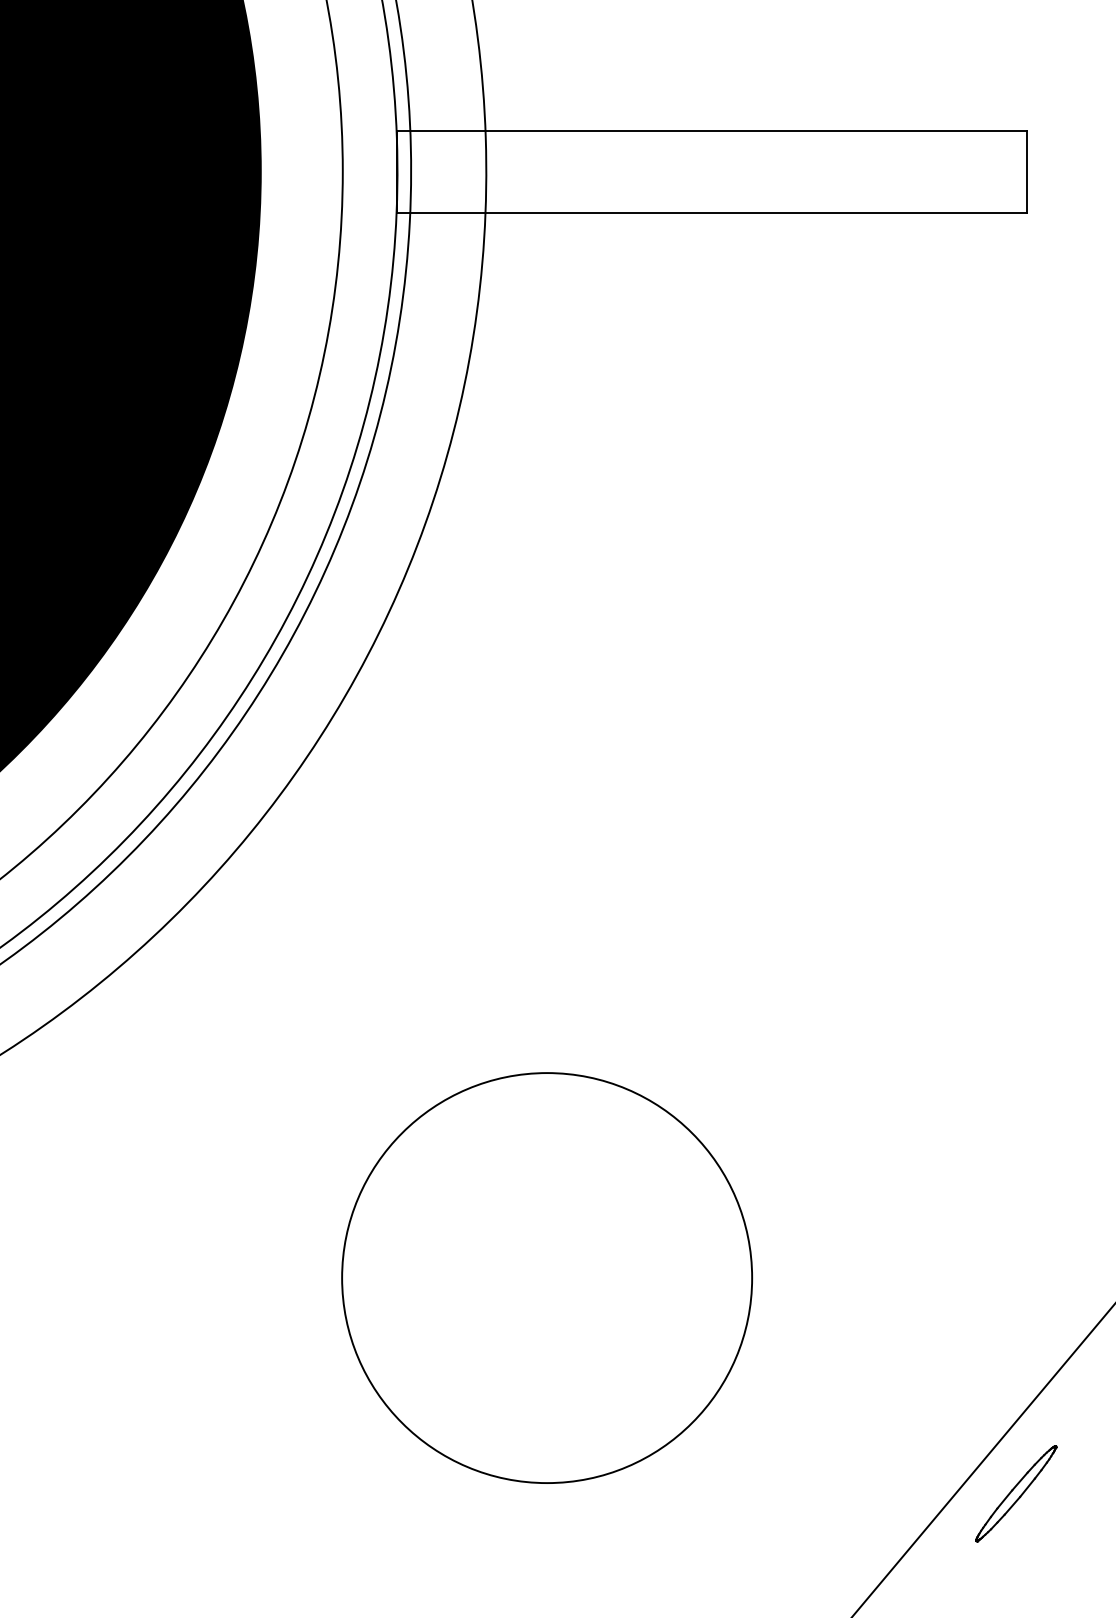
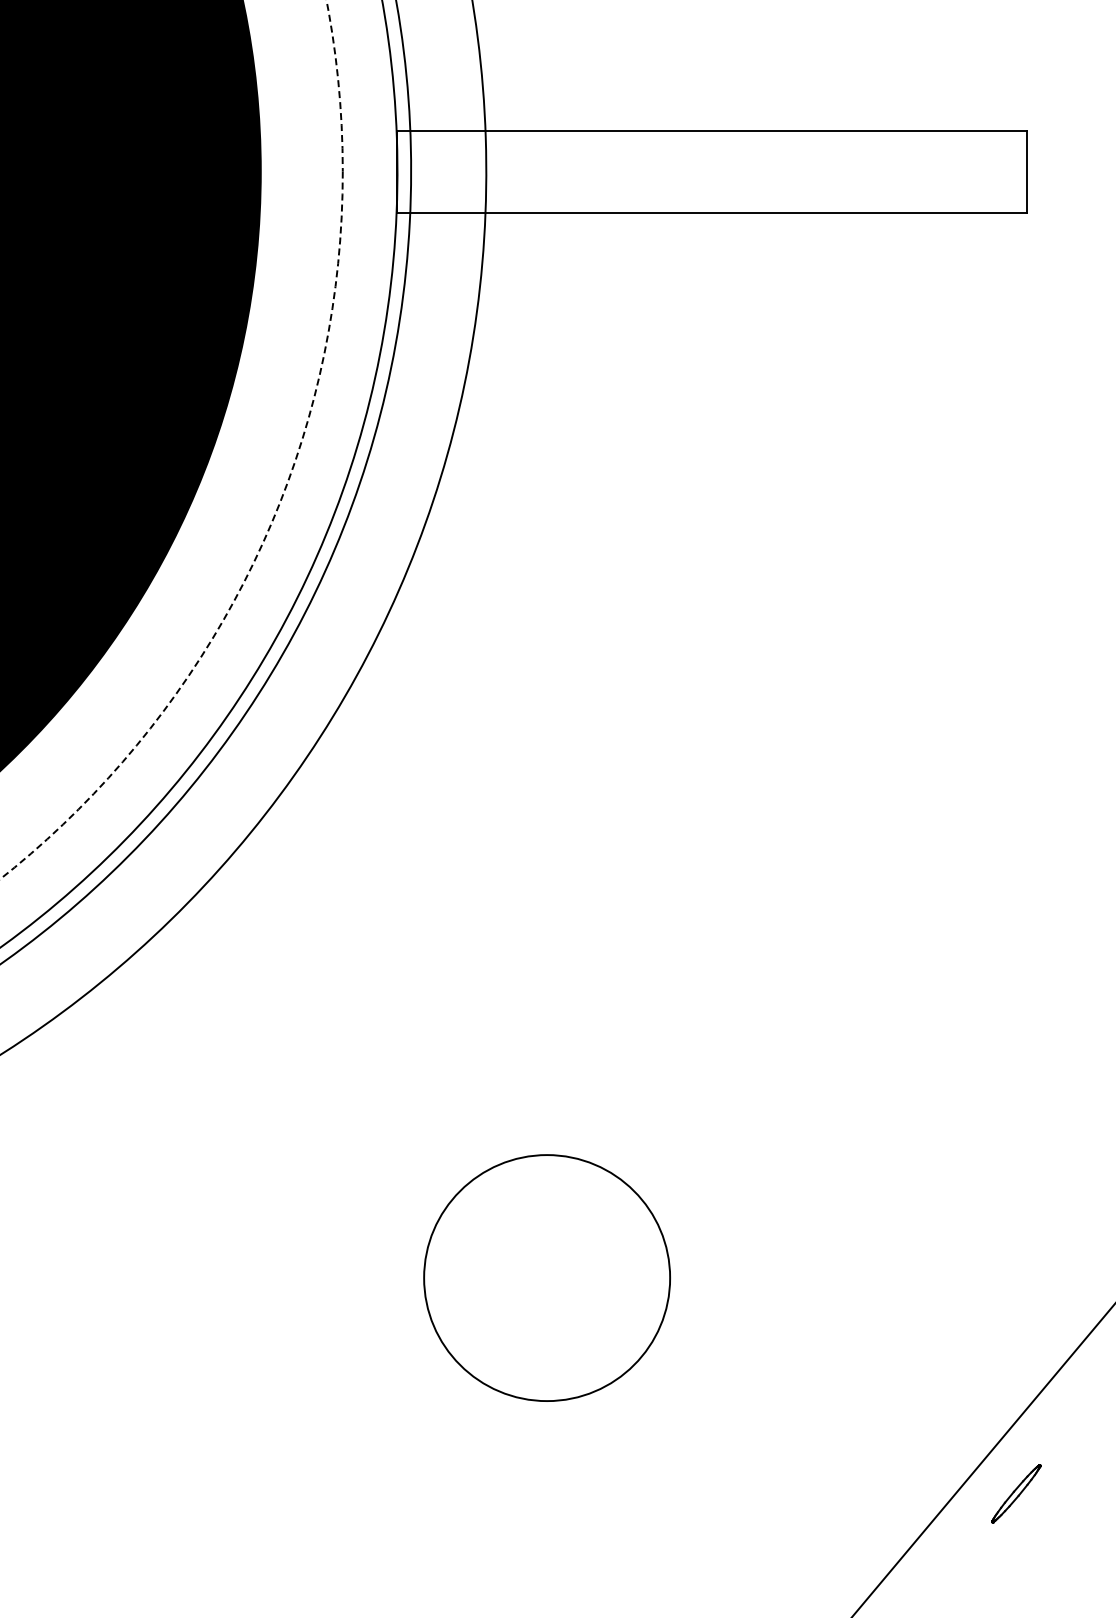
circle at (171, 439): solid -> dashed
circle at (547, 1278) diameter: 410 px -> 246 px
part at (1016, 1493) size: 83x98 px -> 51x60 px
